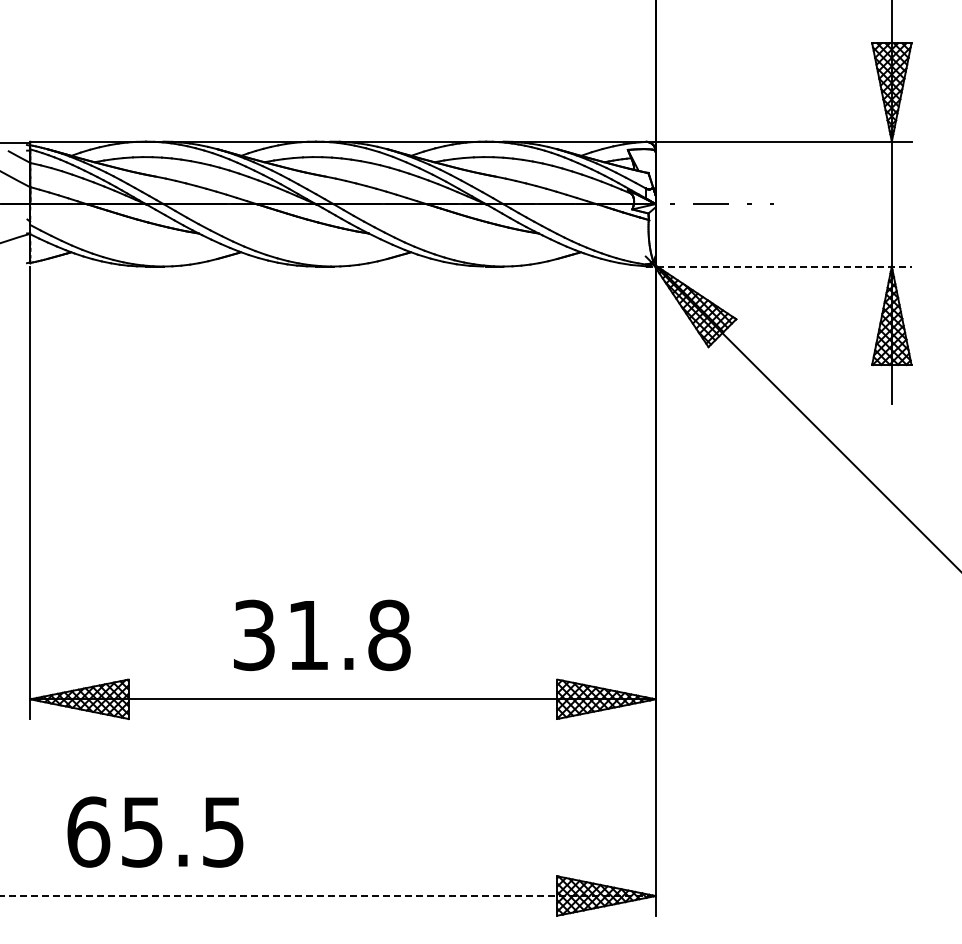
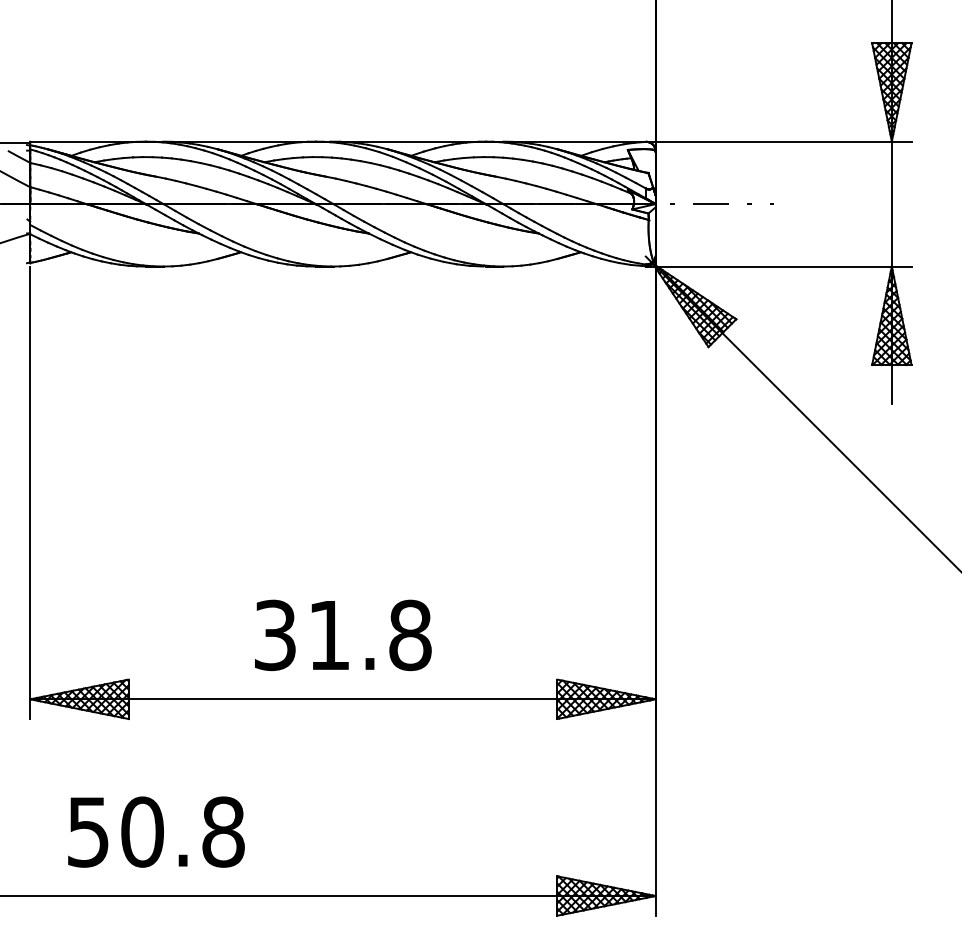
line at (778, 266): dashed -> solid
text at (322, 635) position: (322, 635) -> (343, 635)
text at (155, 831): 65.5 -> 50.8
line at (328, 896): dashed -> solid
